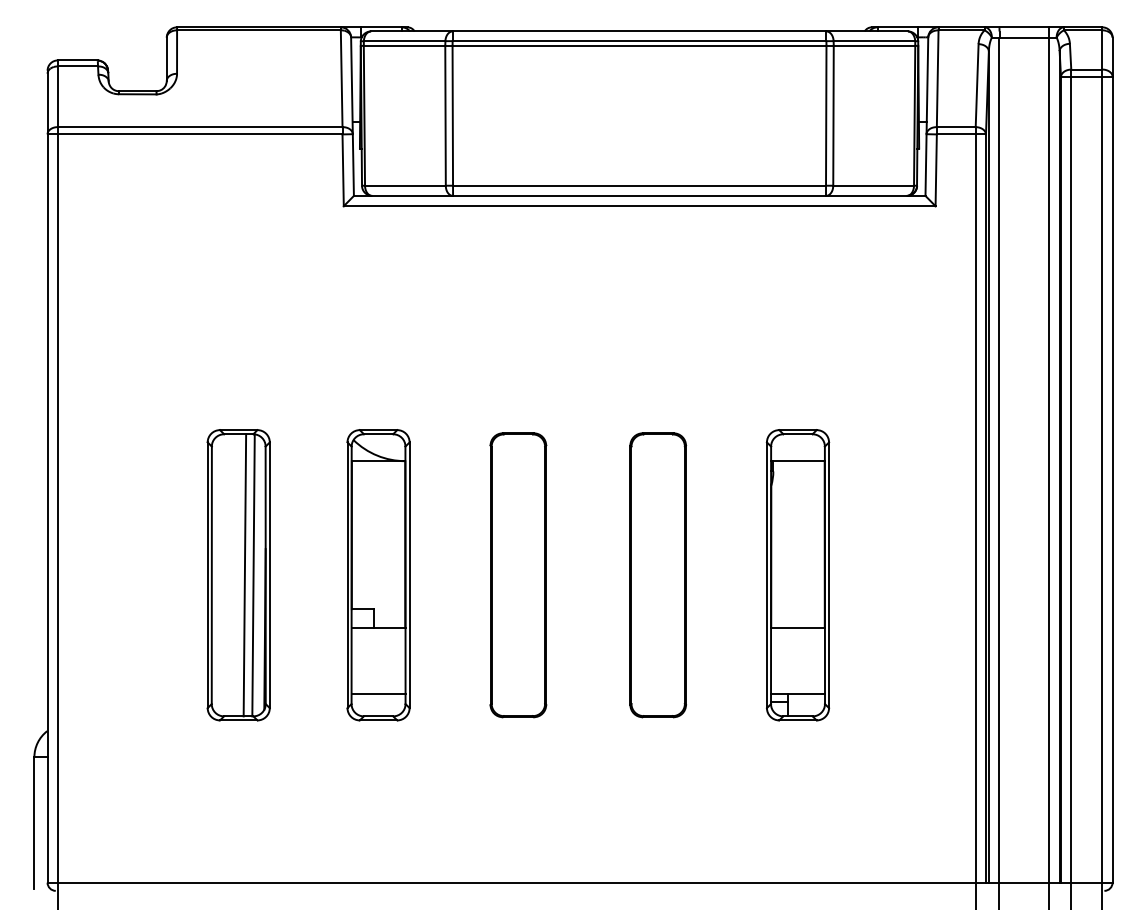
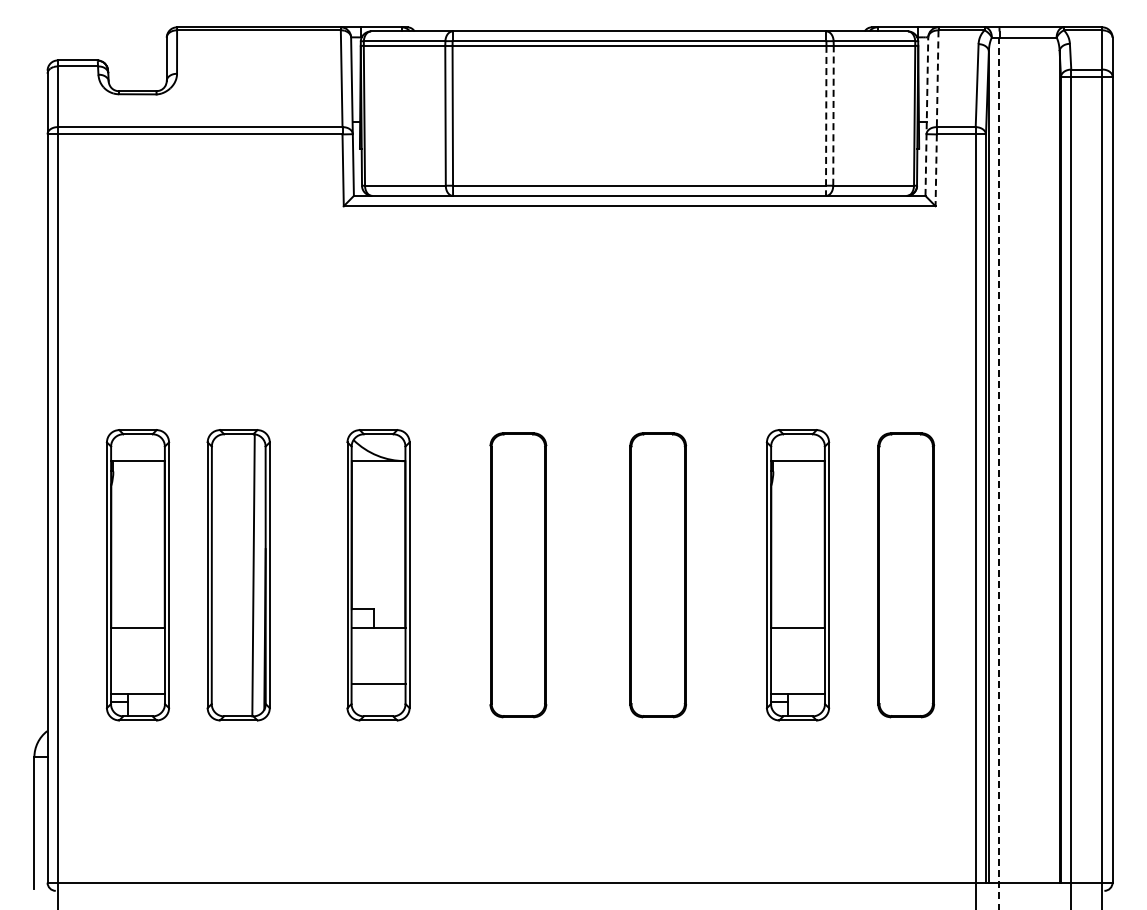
line at (937, 79): solid -> dashed
line at (833, 115): solid -> dashed
line at (926, 116): solid -> dashed
line at (826, 121): solid -> dashed
line at (936, 170): solid -> dashed
line at (1049, 466): present -> none
line at (999, 473): solid -> dashed
part at (137, 575): none -> present
line at (244, 575): present -> none
part at (906, 575): none -> present
line at (378, 693) position: (378, 693) -> (378, 683)
